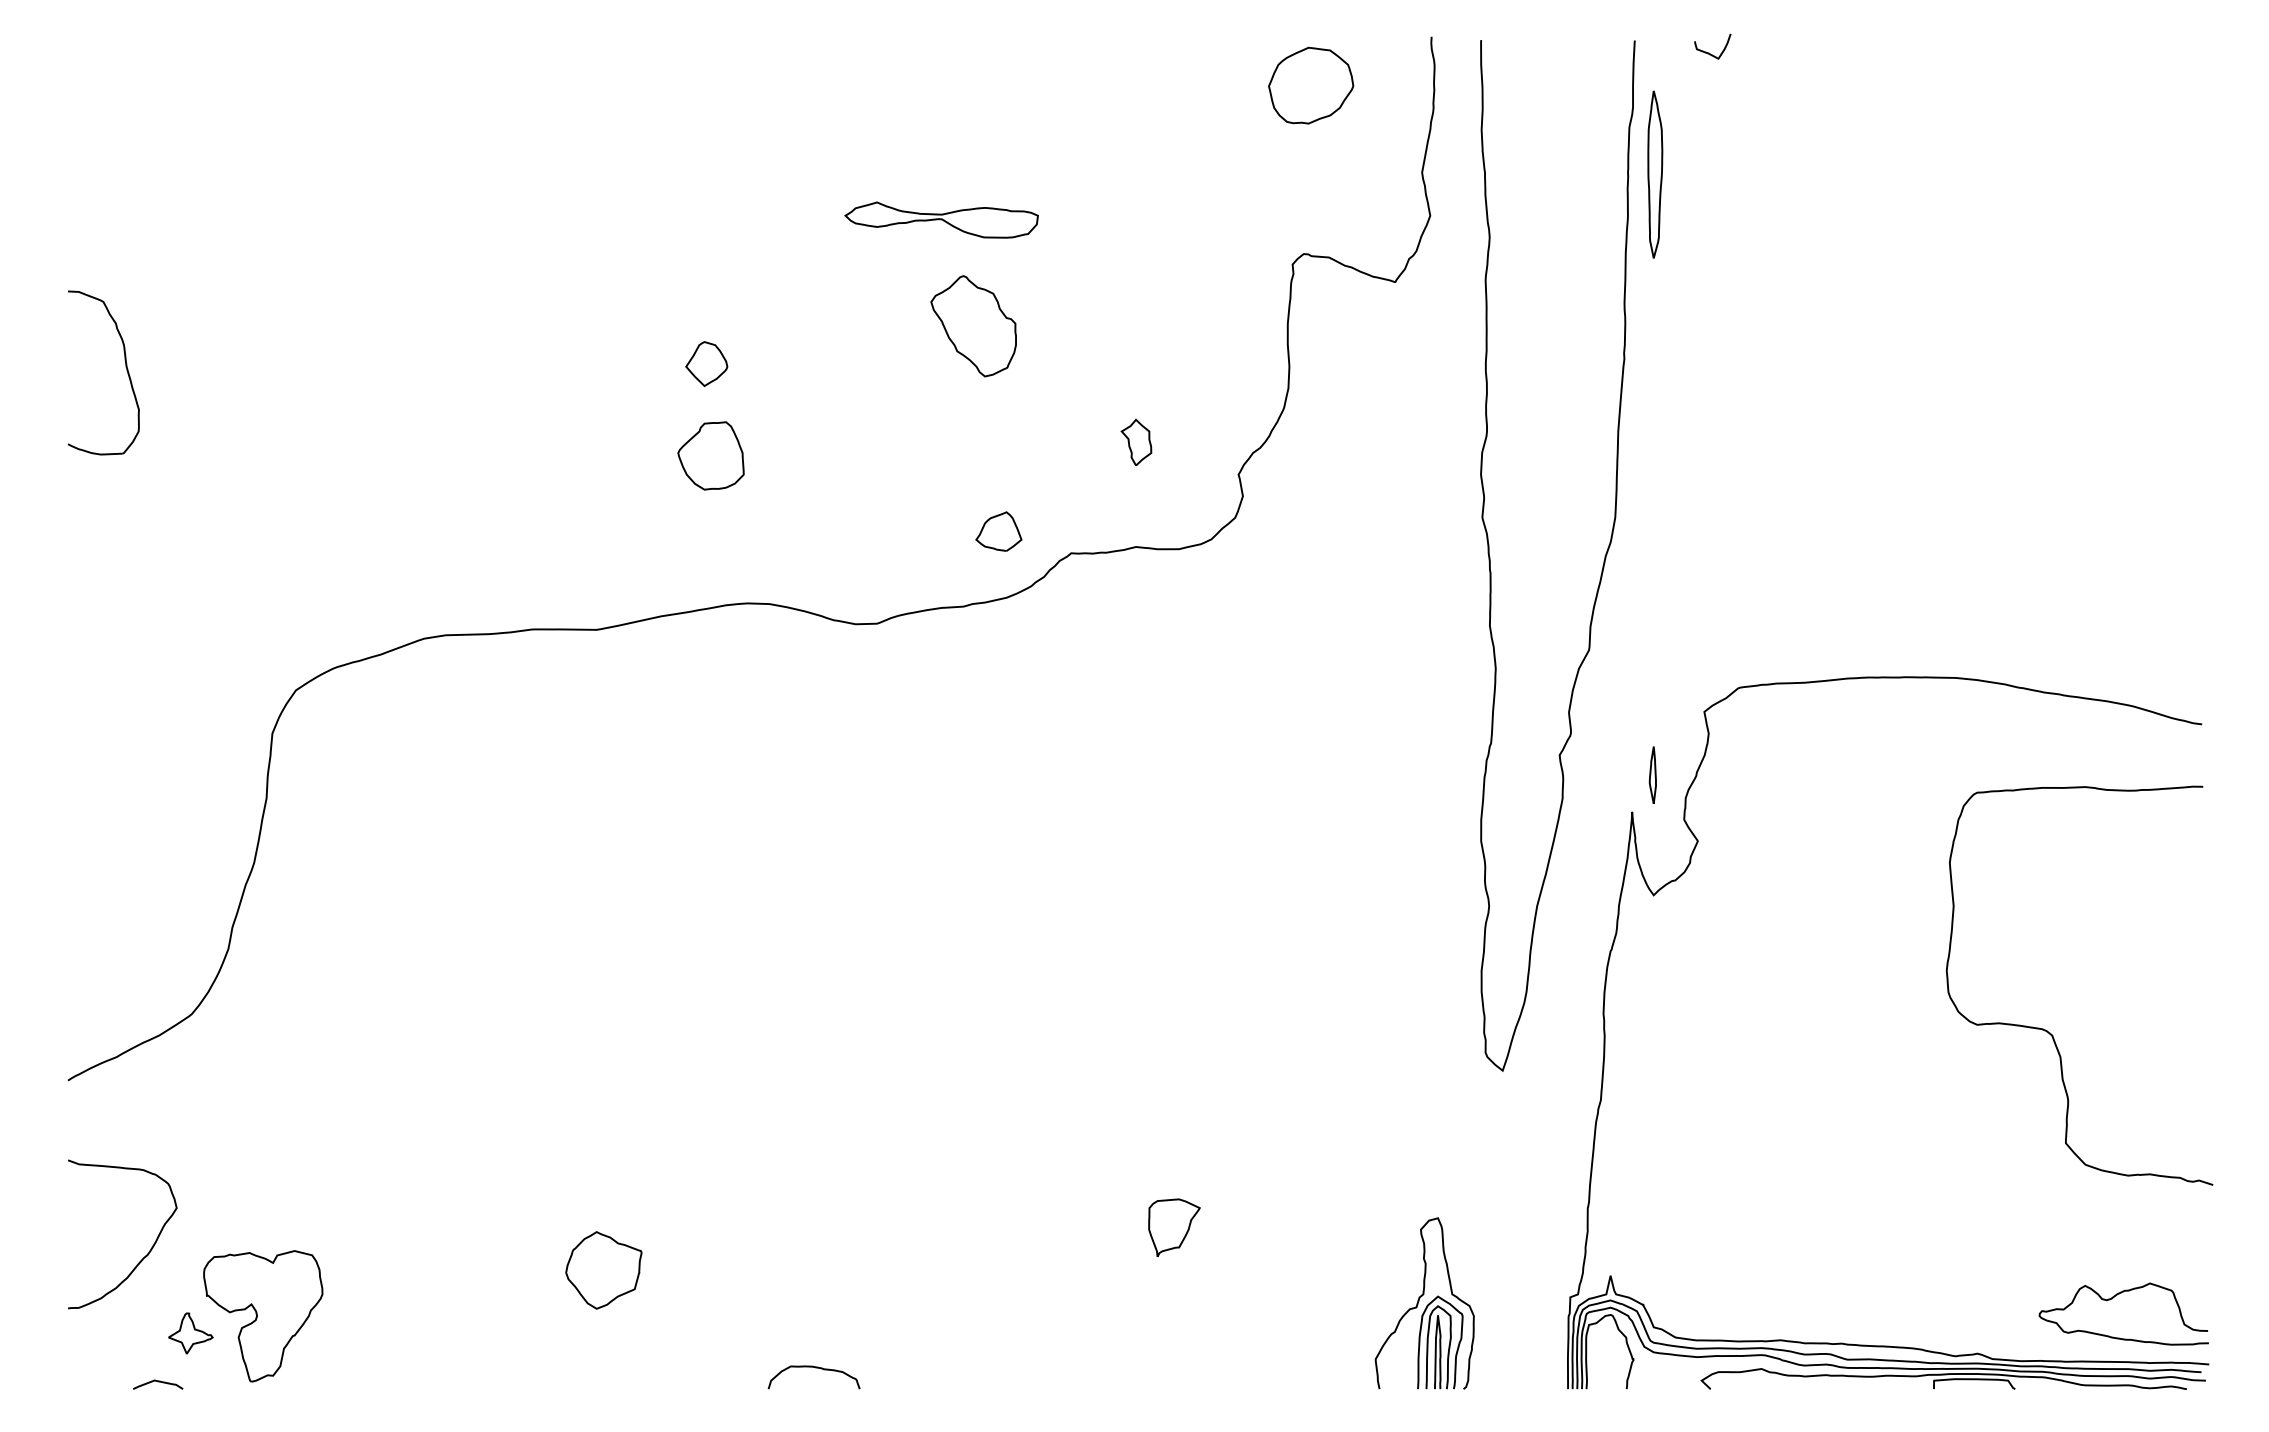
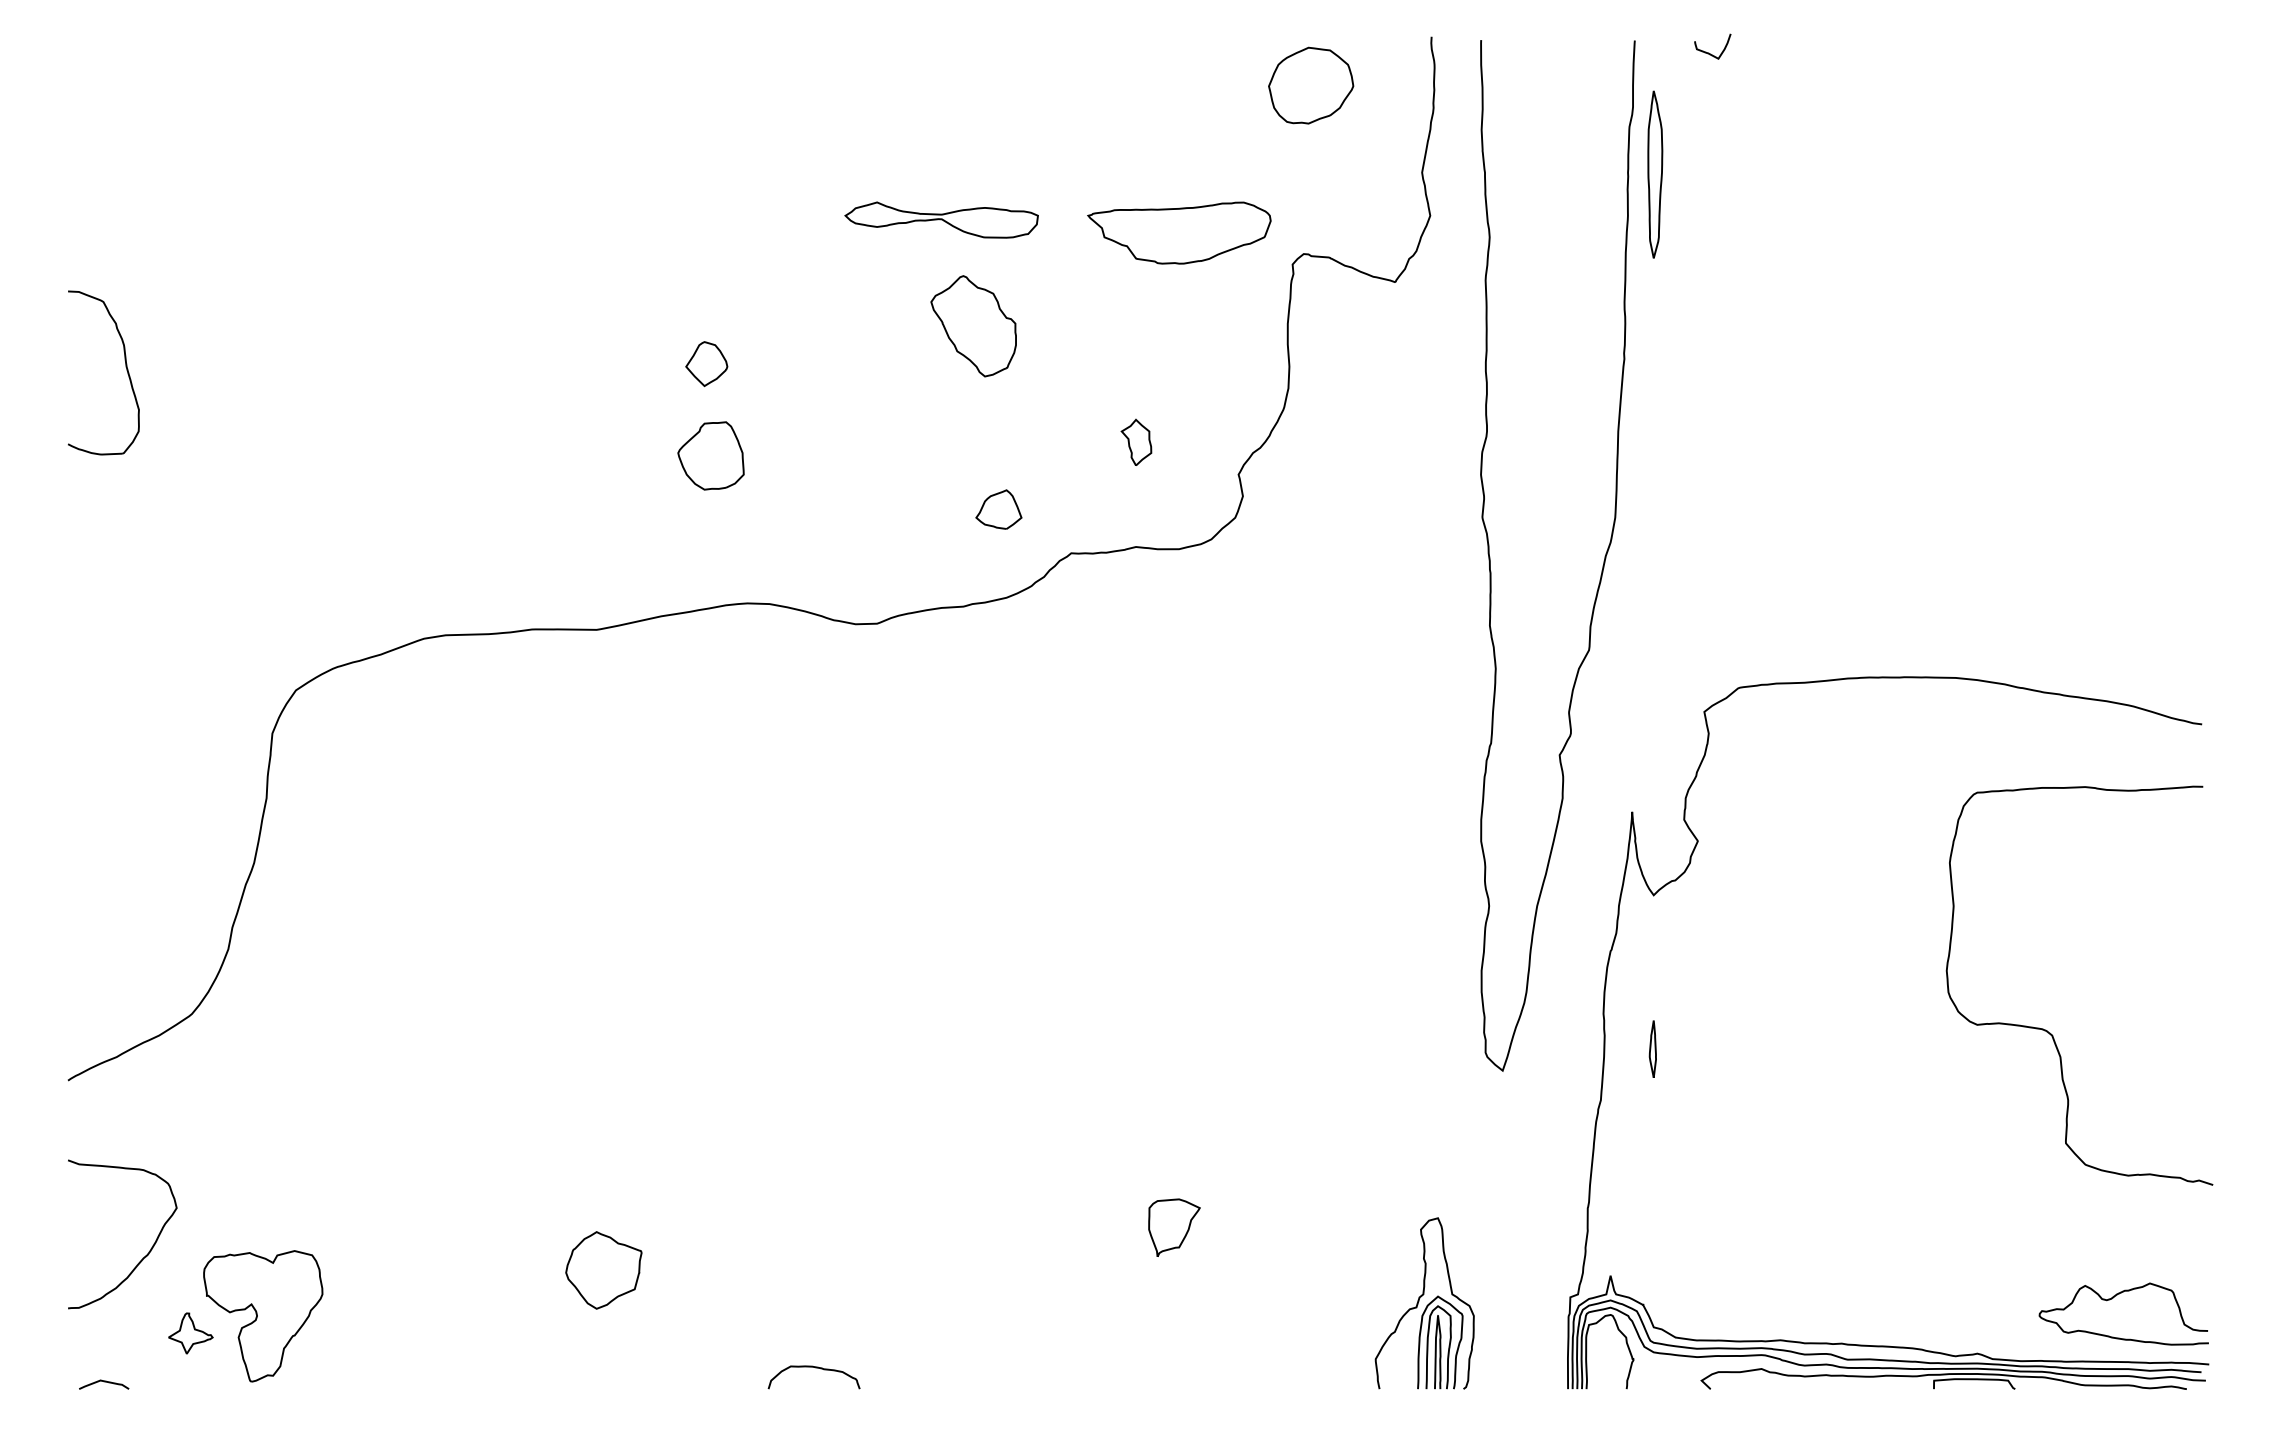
part at (1179, 232): none -> present
part at (998, 531) position: (998, 531) -> (998, 509)
part at (1652, 774) position: (1652, 774) -> (1652, 1048)
curve at (158, 1382) position: (158, 1382) -> (104, 1382)
